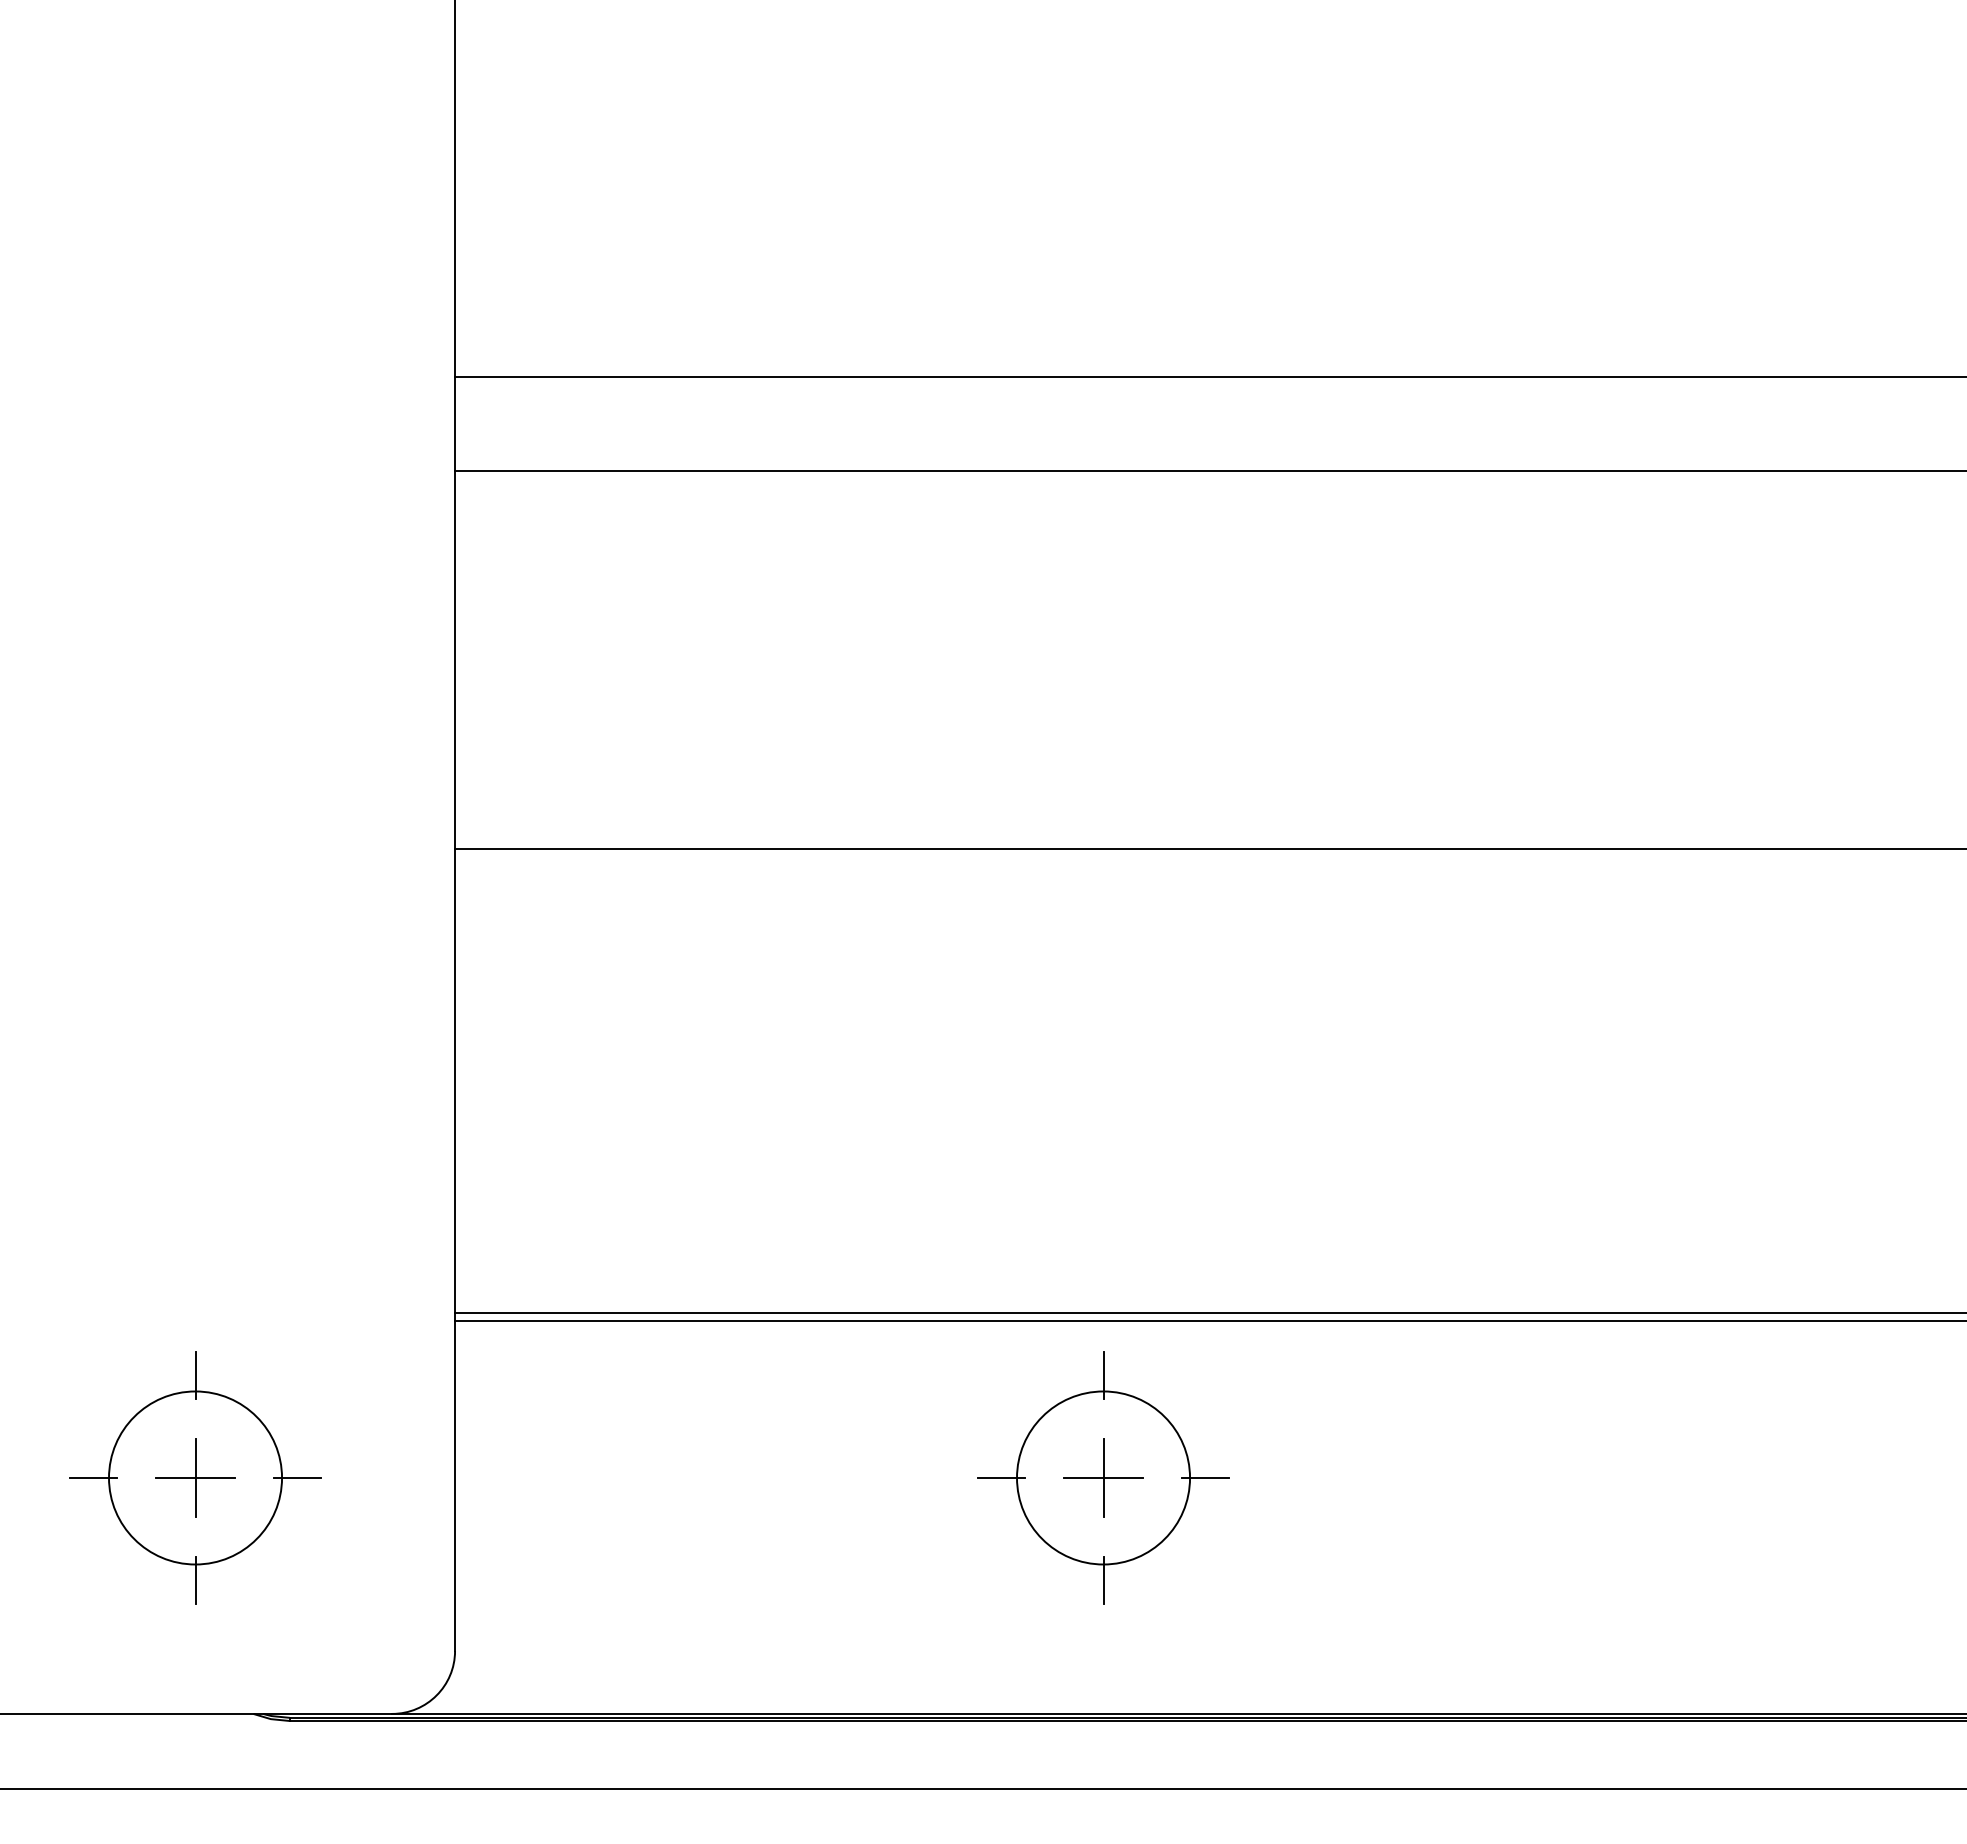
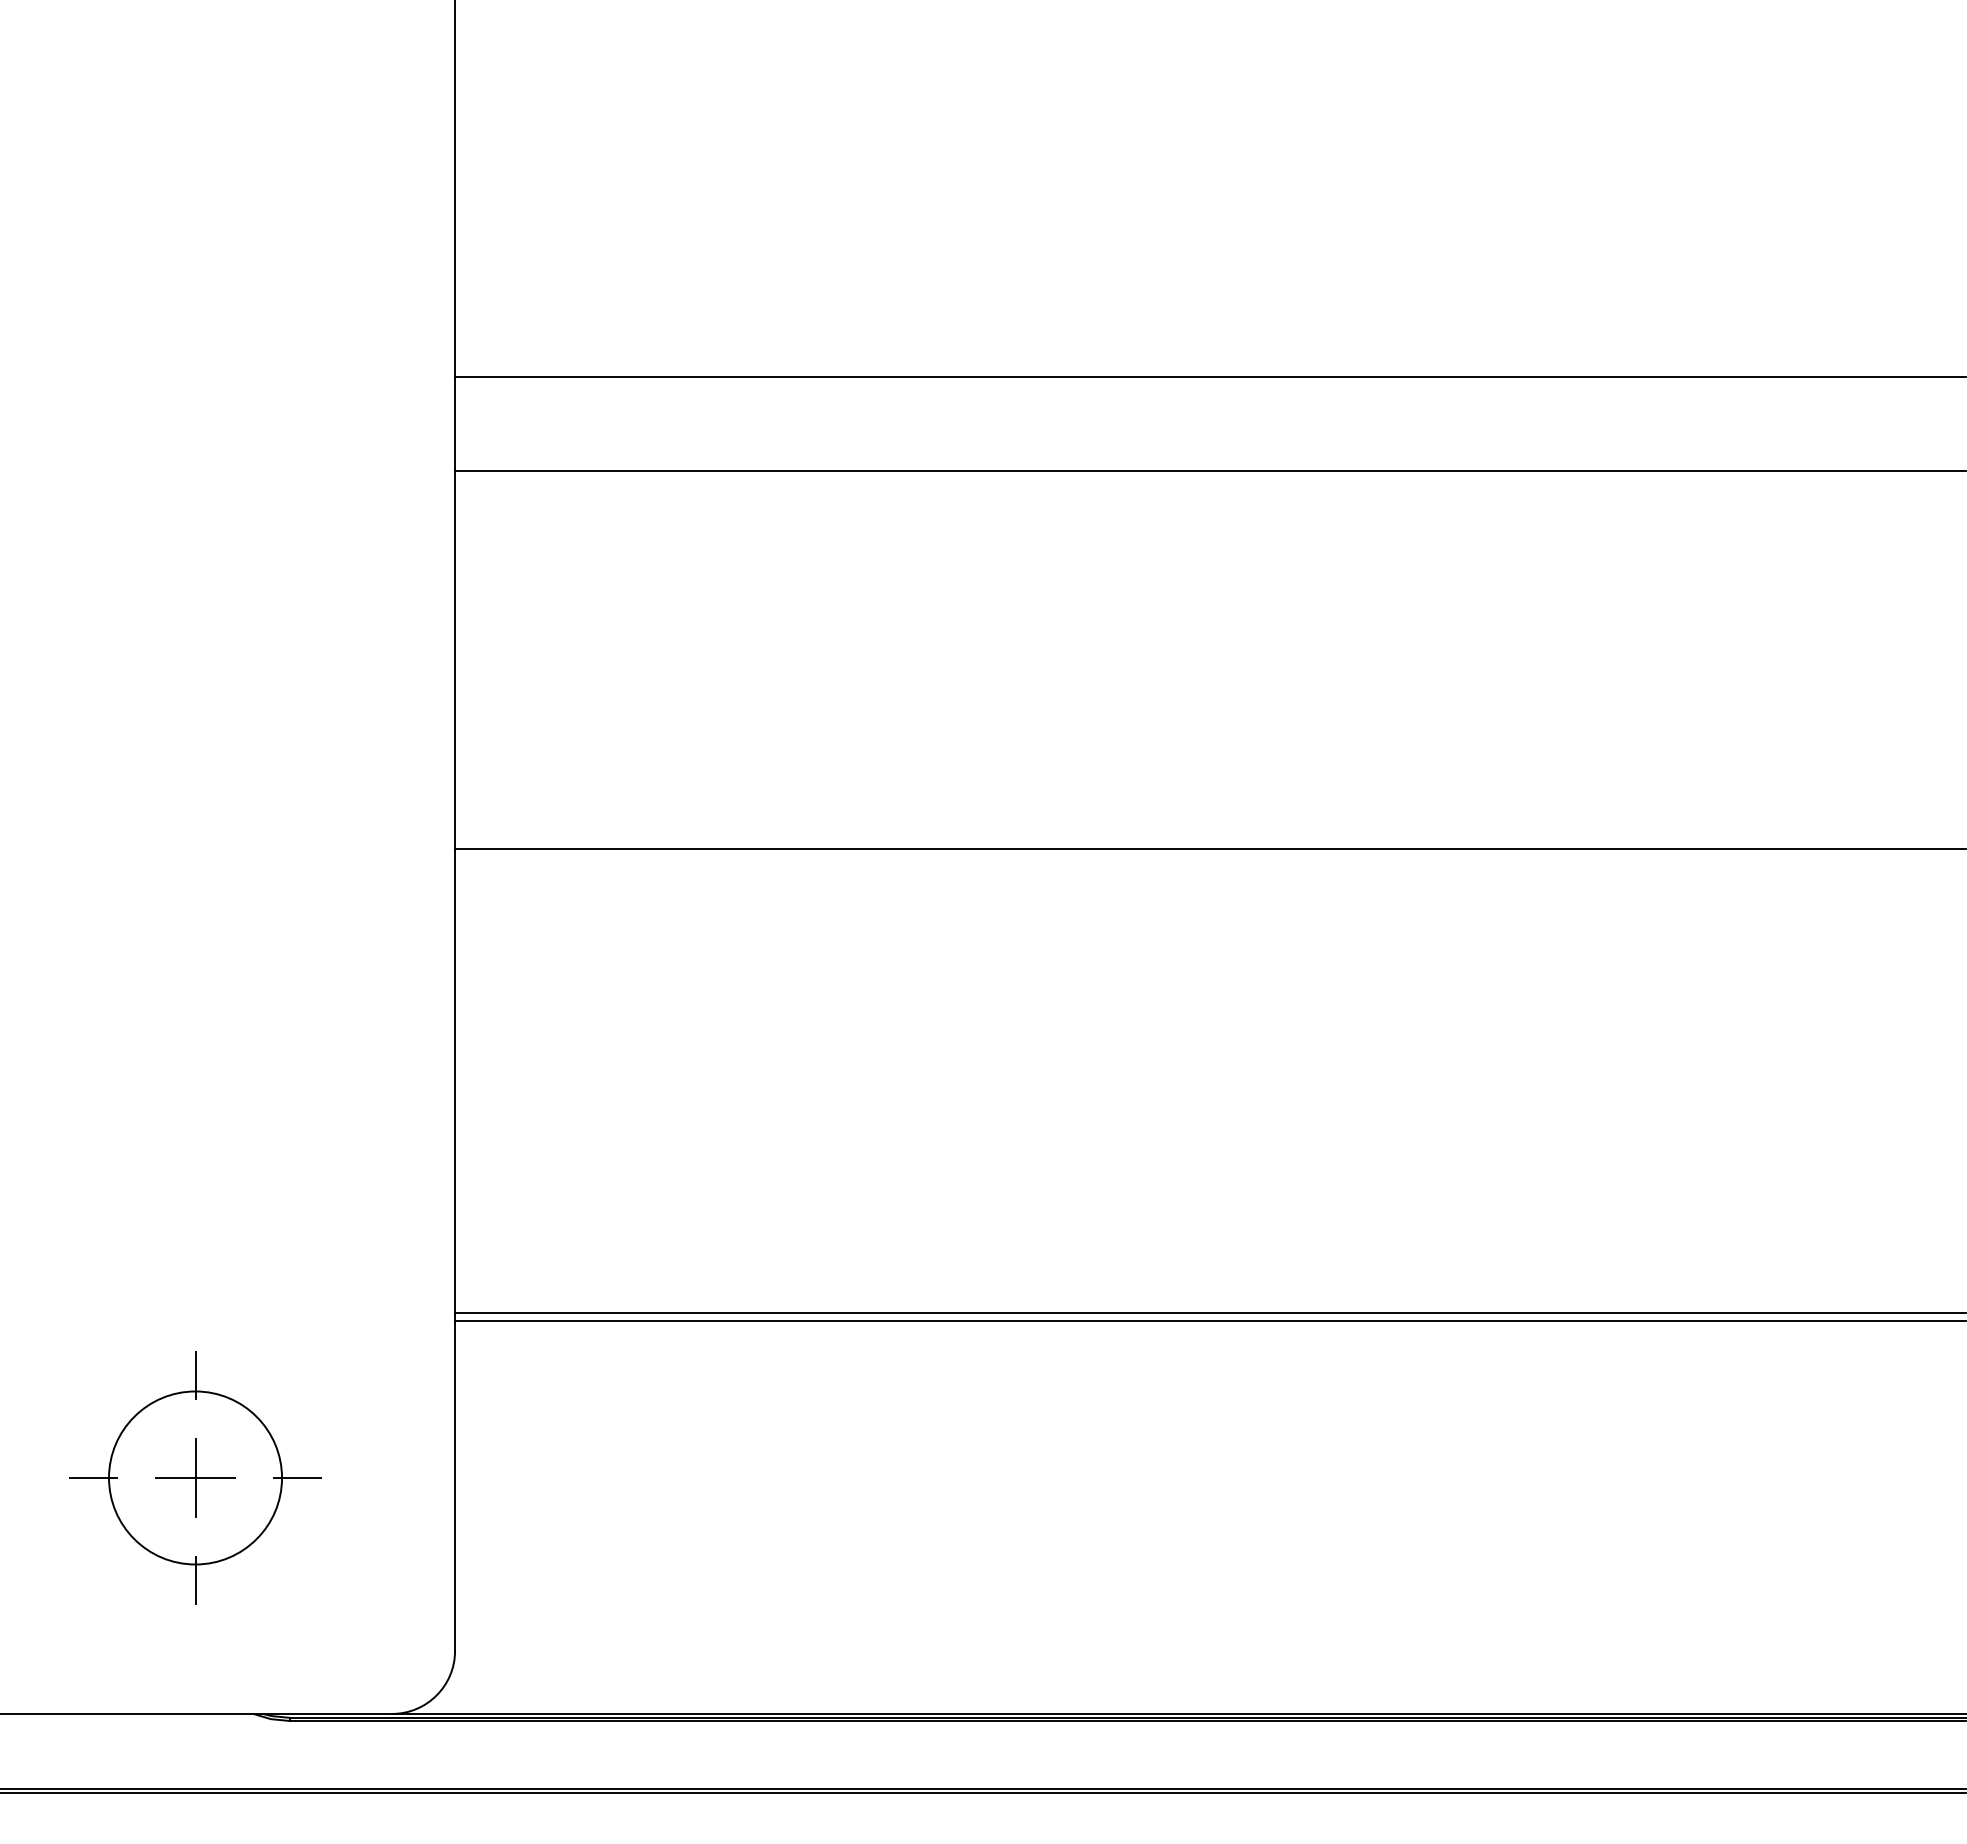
part at (1103, 1477): present -> none
line at (982, 1792): none -> present
